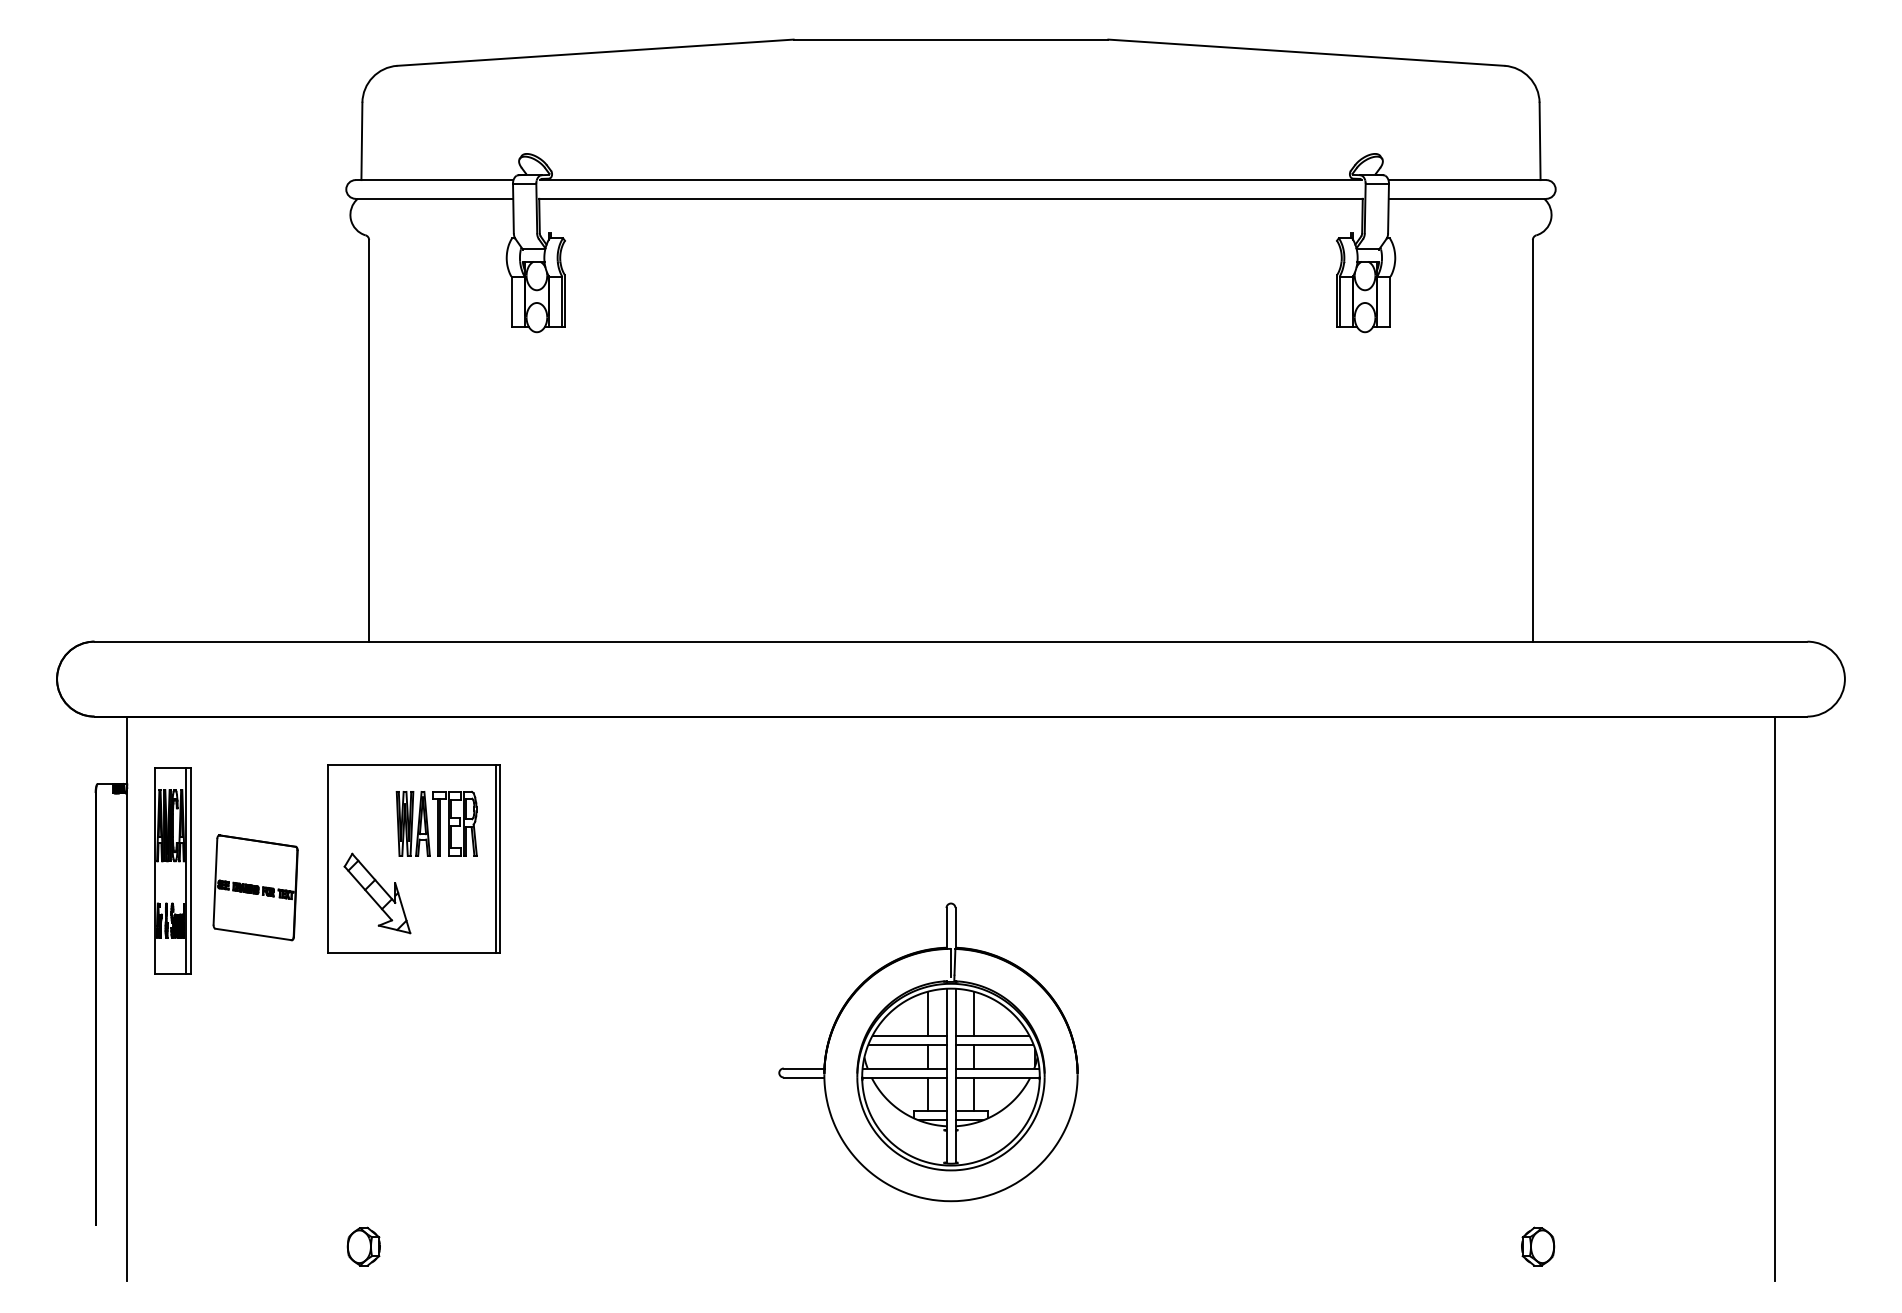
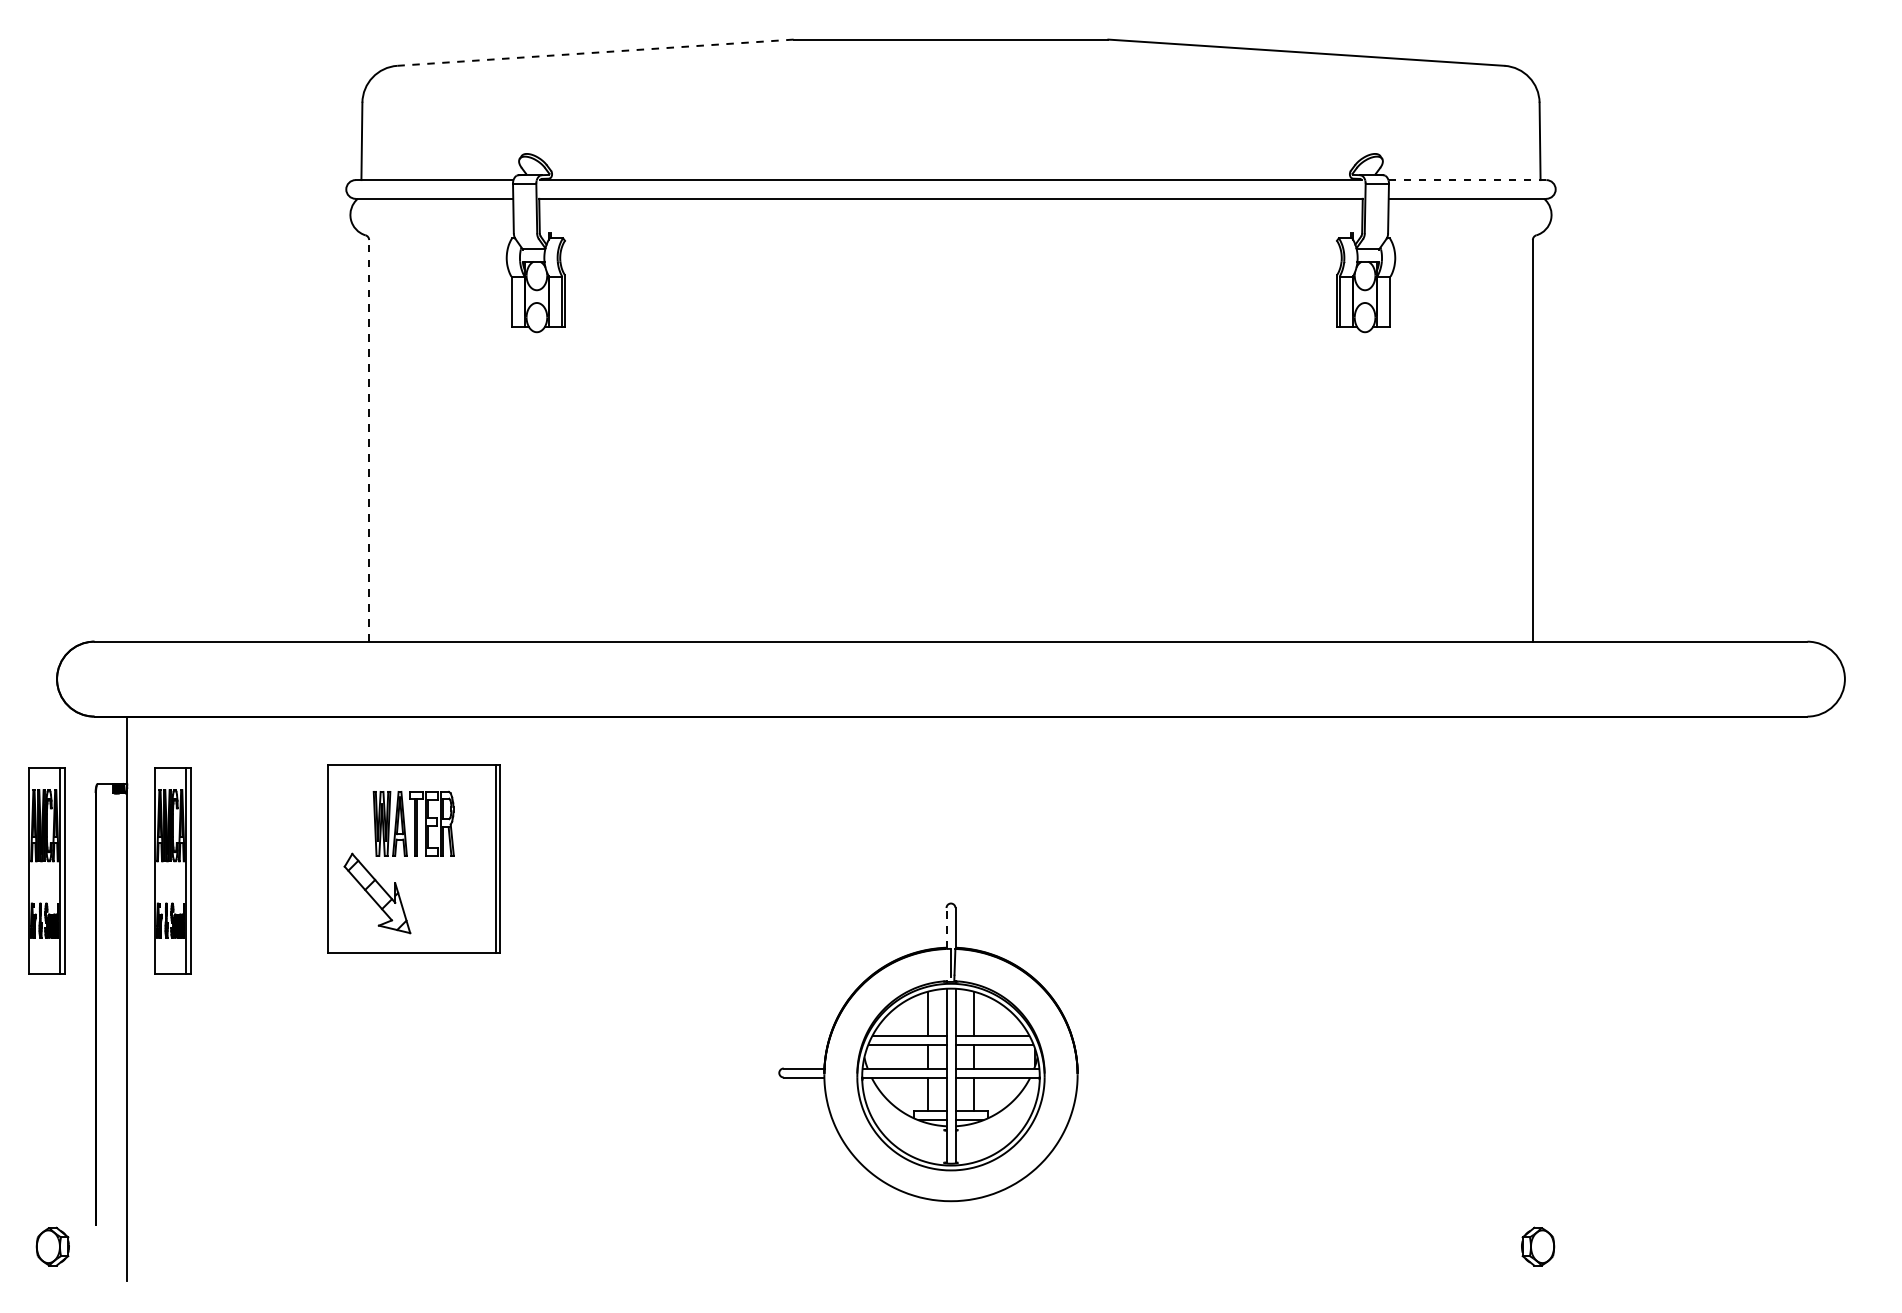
line at (595, 52): solid -> dashed
line at (1467, 180): solid -> dashed
line at (369, 440): solid -> dashed
part at (436, 823) position: (436, 823) -> (413, 823)
part at (46, 870): none -> present
part at (255, 887): present -> none
line at (946, 927): solid -> dashed
line at (1774, 998): present -> none
part at (363, 1246) position: (363, 1246) -> (52, 1246)
